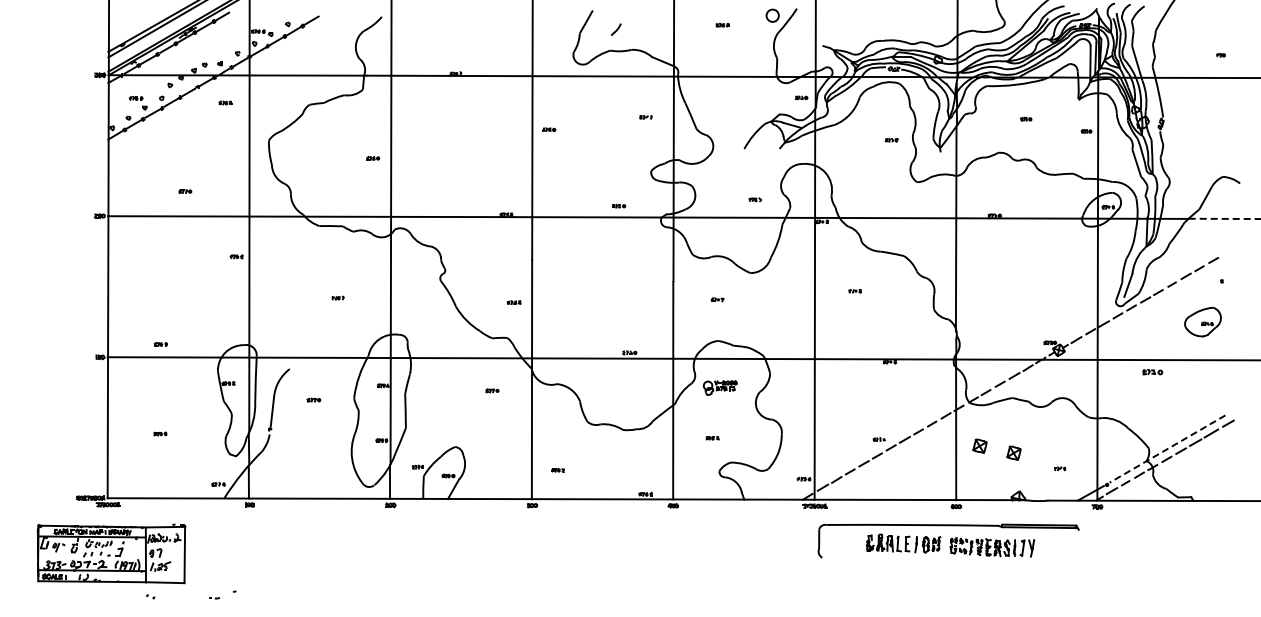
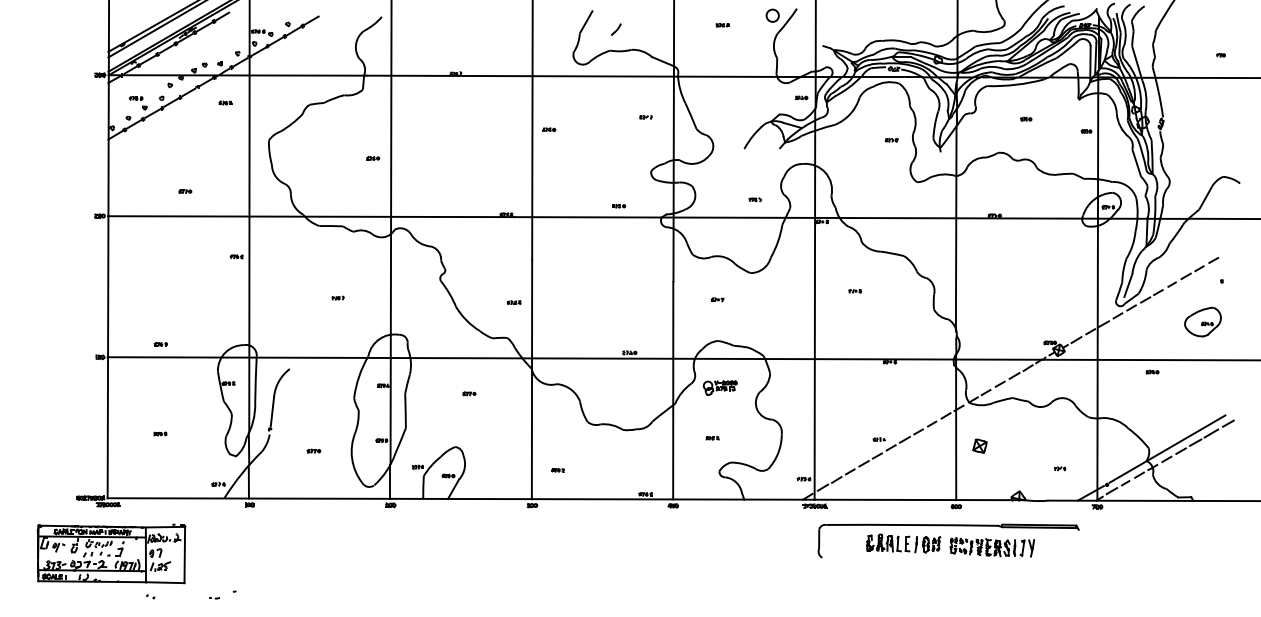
line at (1224, 218): dashed -> solid
part at (1152, 372) size: 22x7 px -> 15x6 px
part at (492, 390) position: (492, 390) -> (469, 393)
part at (313, 399) position: (313, 399) -> (313, 450)
line at (1167, 449): dashed -> solid
part at (1013, 452): present -> none
